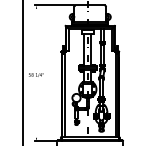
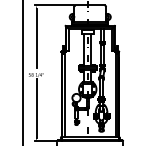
line at (36, 37): none -> present
line at (36, 107): none -> present
